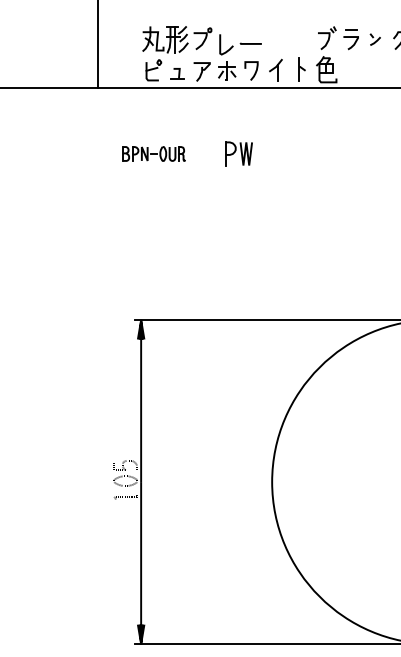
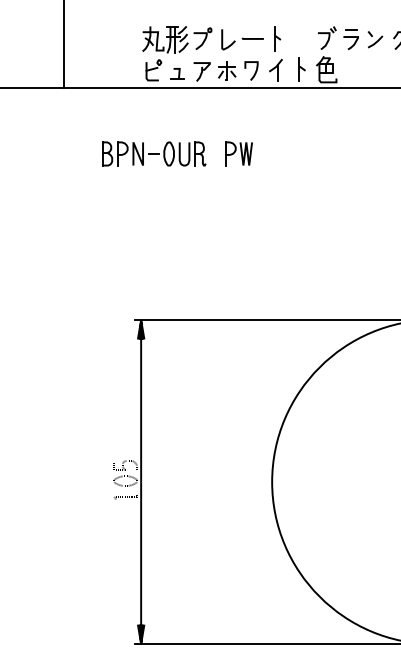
part at (277, 38): none -> present
part at (374, 39) size: 12x13 px -> 17x18 px
part at (240, 44) position: (240, 44) -> (242, 39)
line at (97, 45) position: (97, 45) -> (63, 45)
part at (153, 153) size: 64x16 px -> 105x26 px
